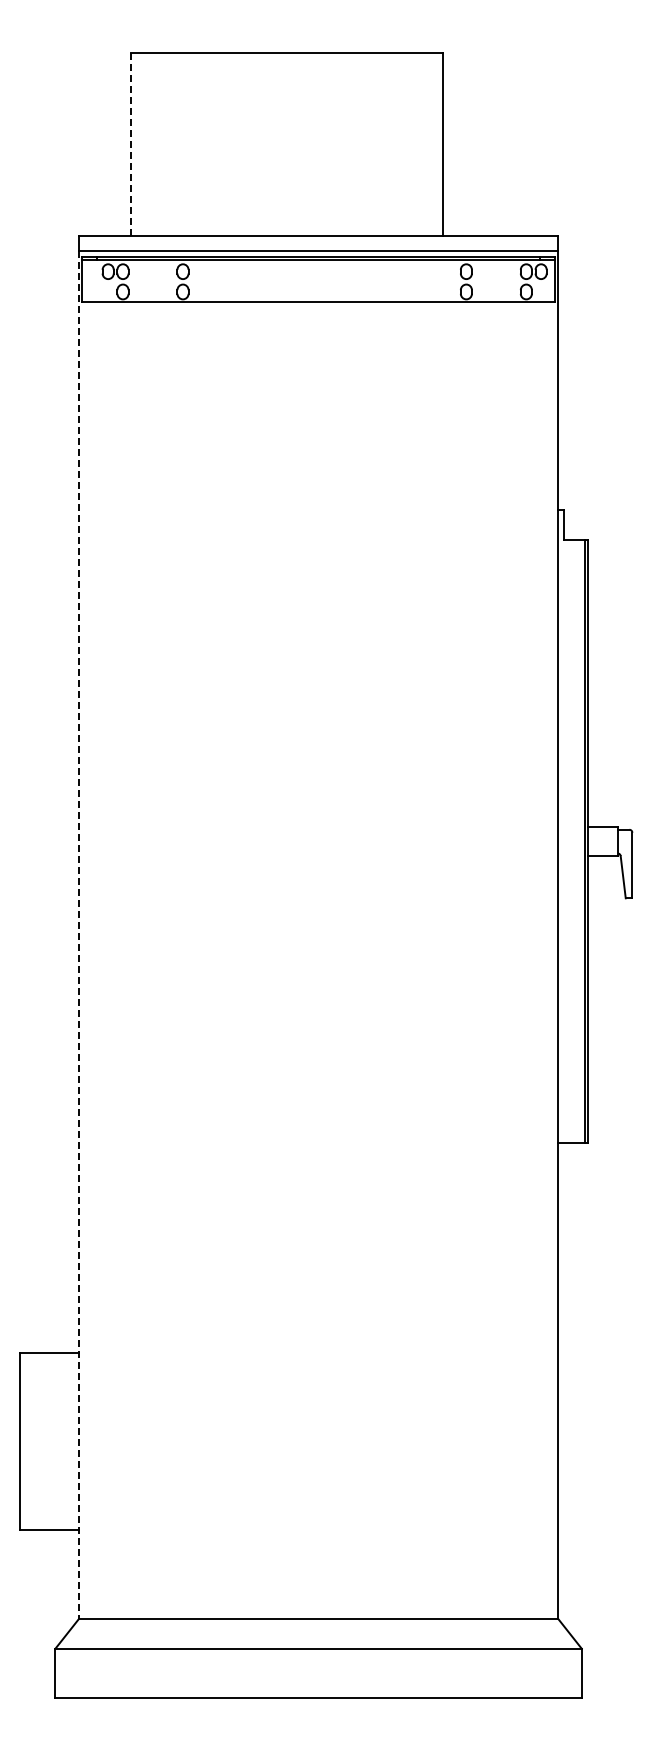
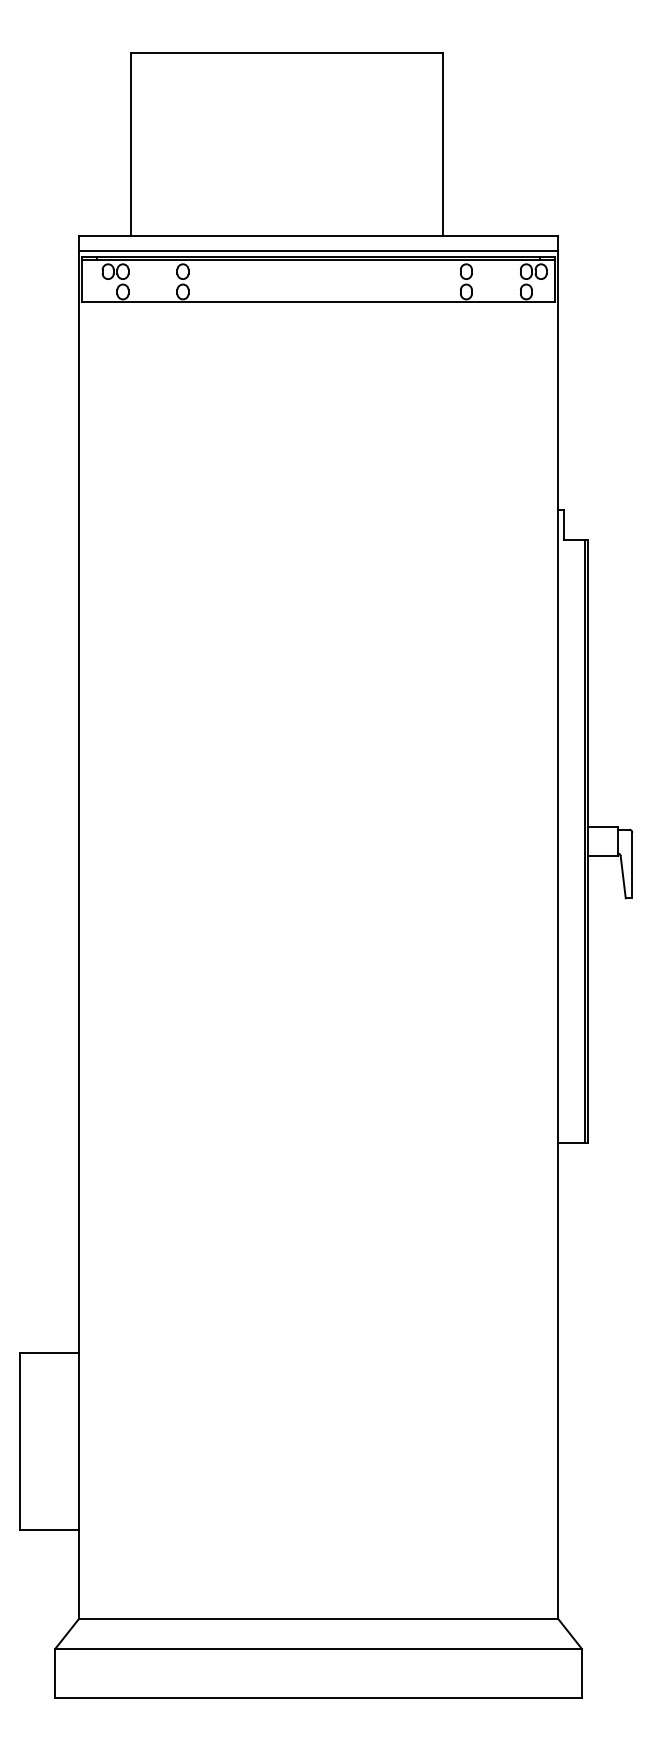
line at (130, 144): dashed -> solid
line at (78, 935): dashed -> solid
